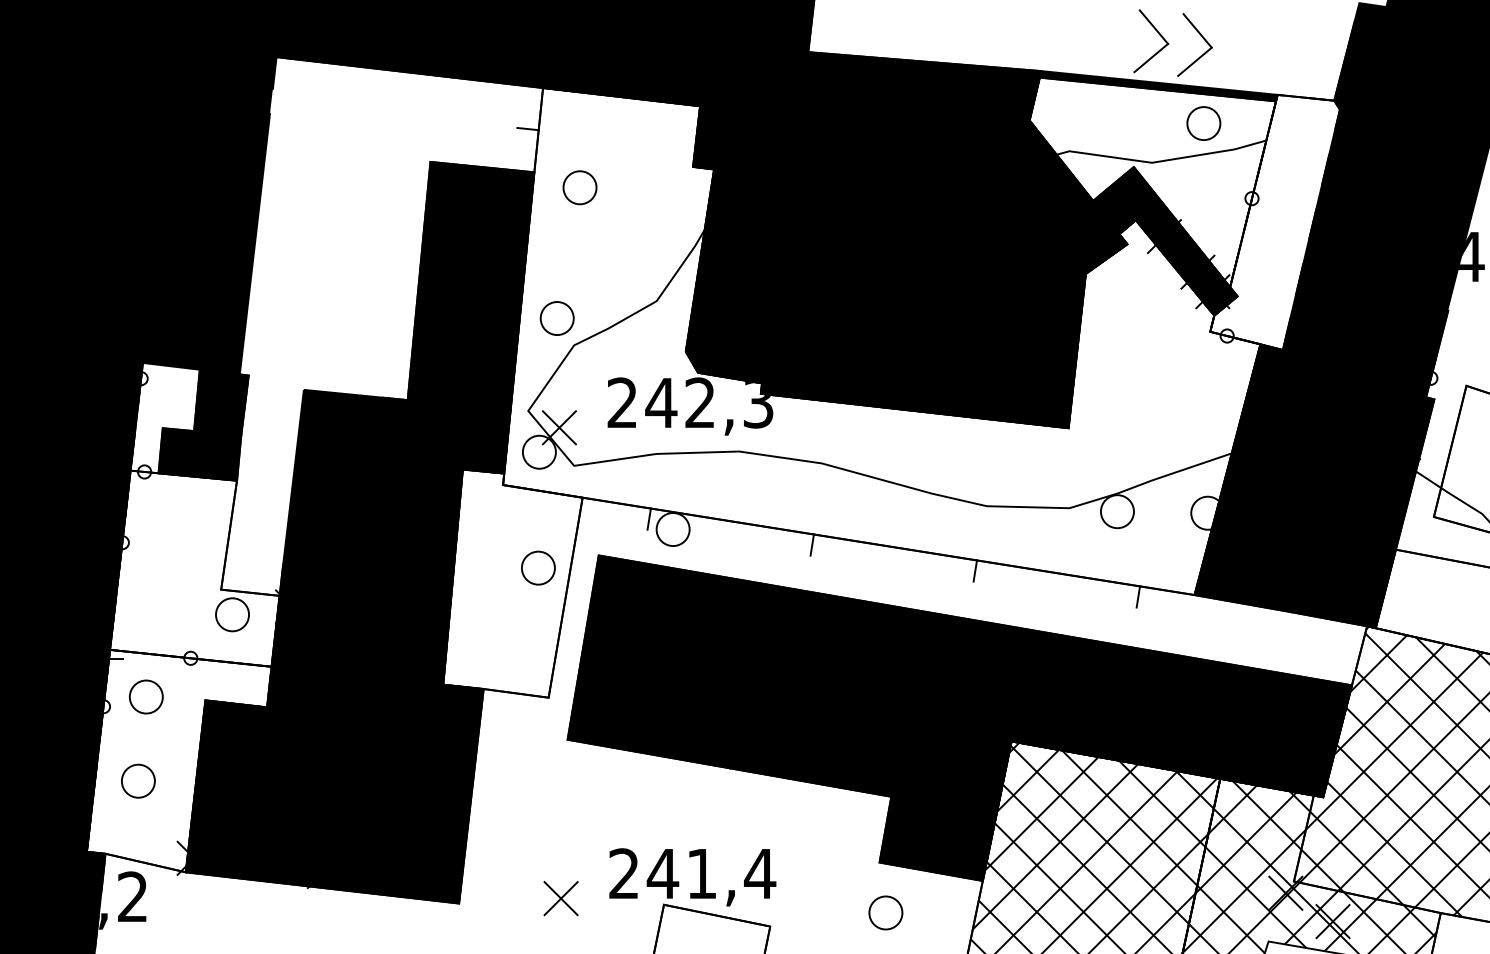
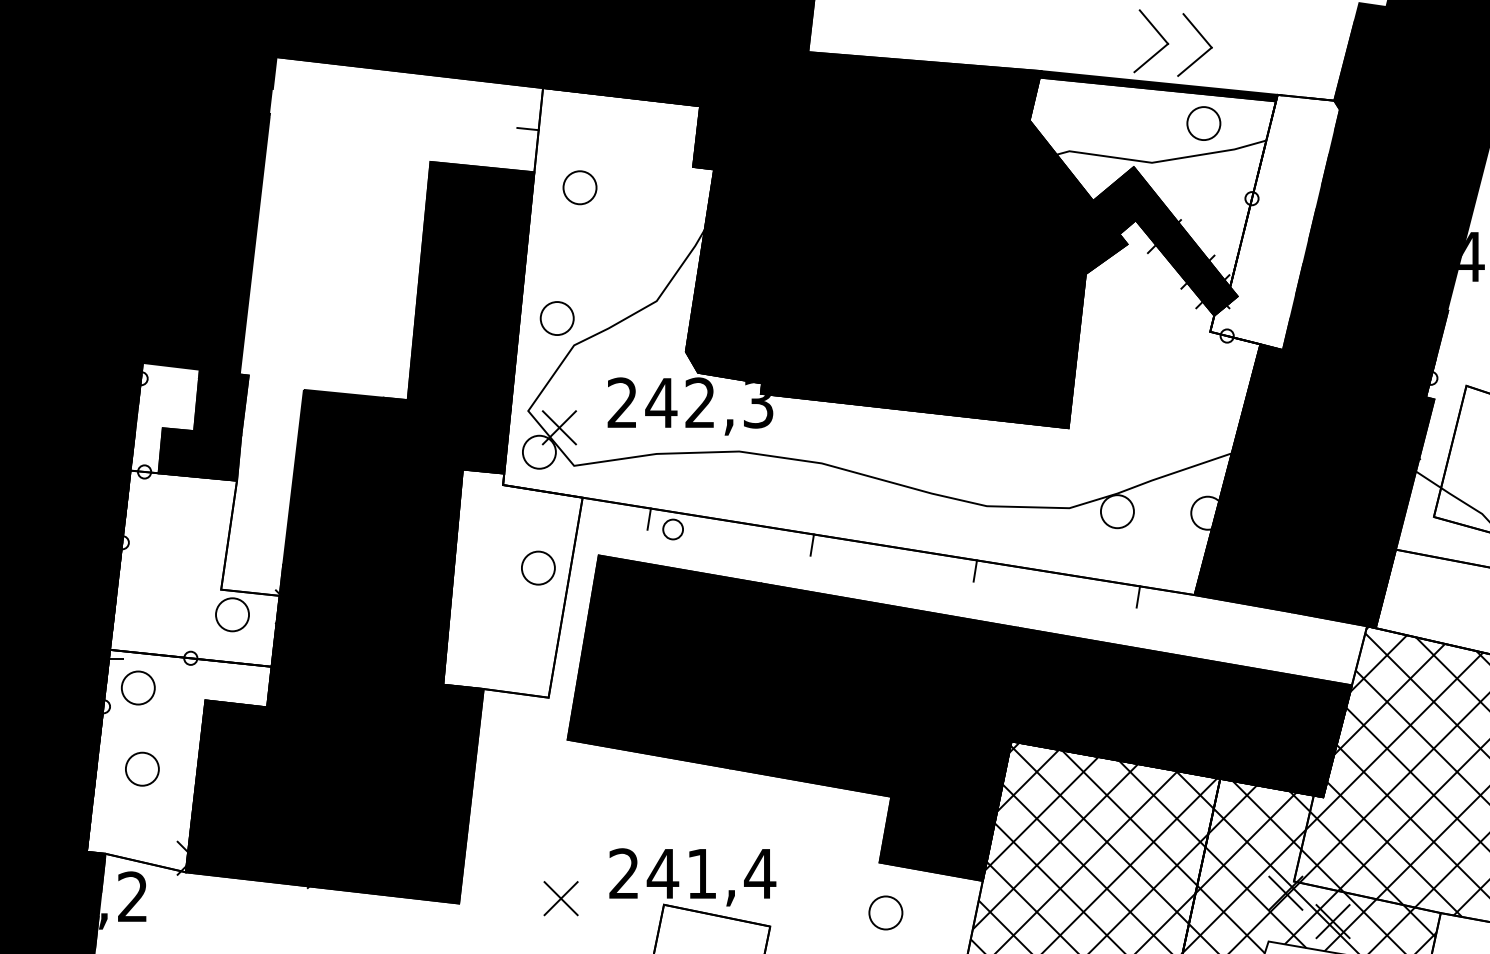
circle at (672, 529) diameter: 33 px -> 20 px
circle at (146, 696) position: (146, 696) -> (138, 687)
circle at (138, 780) position: (138, 780) -> (142, 768)
